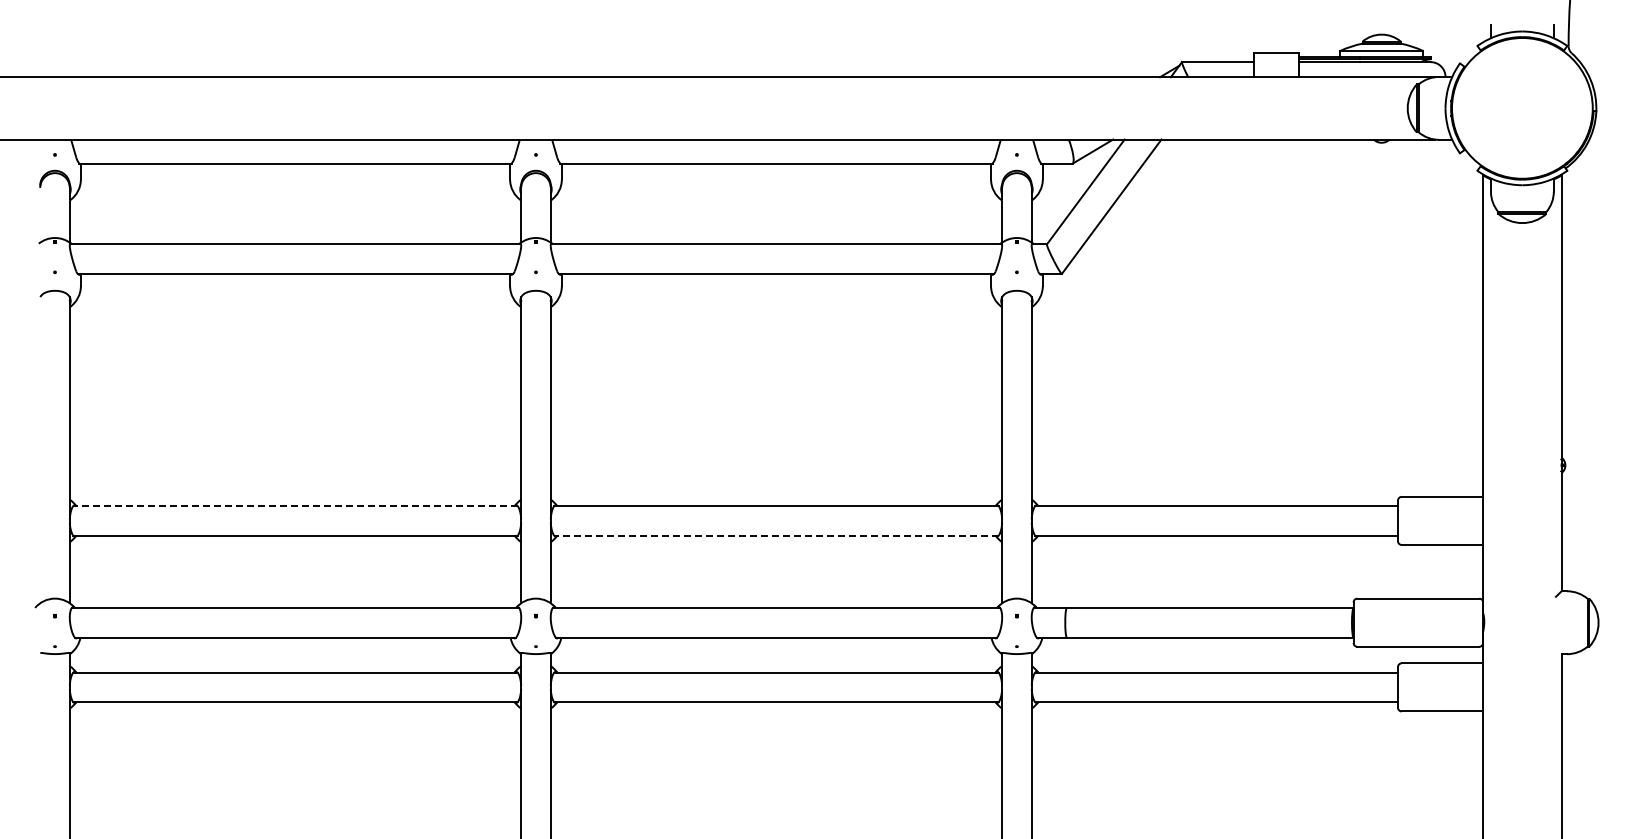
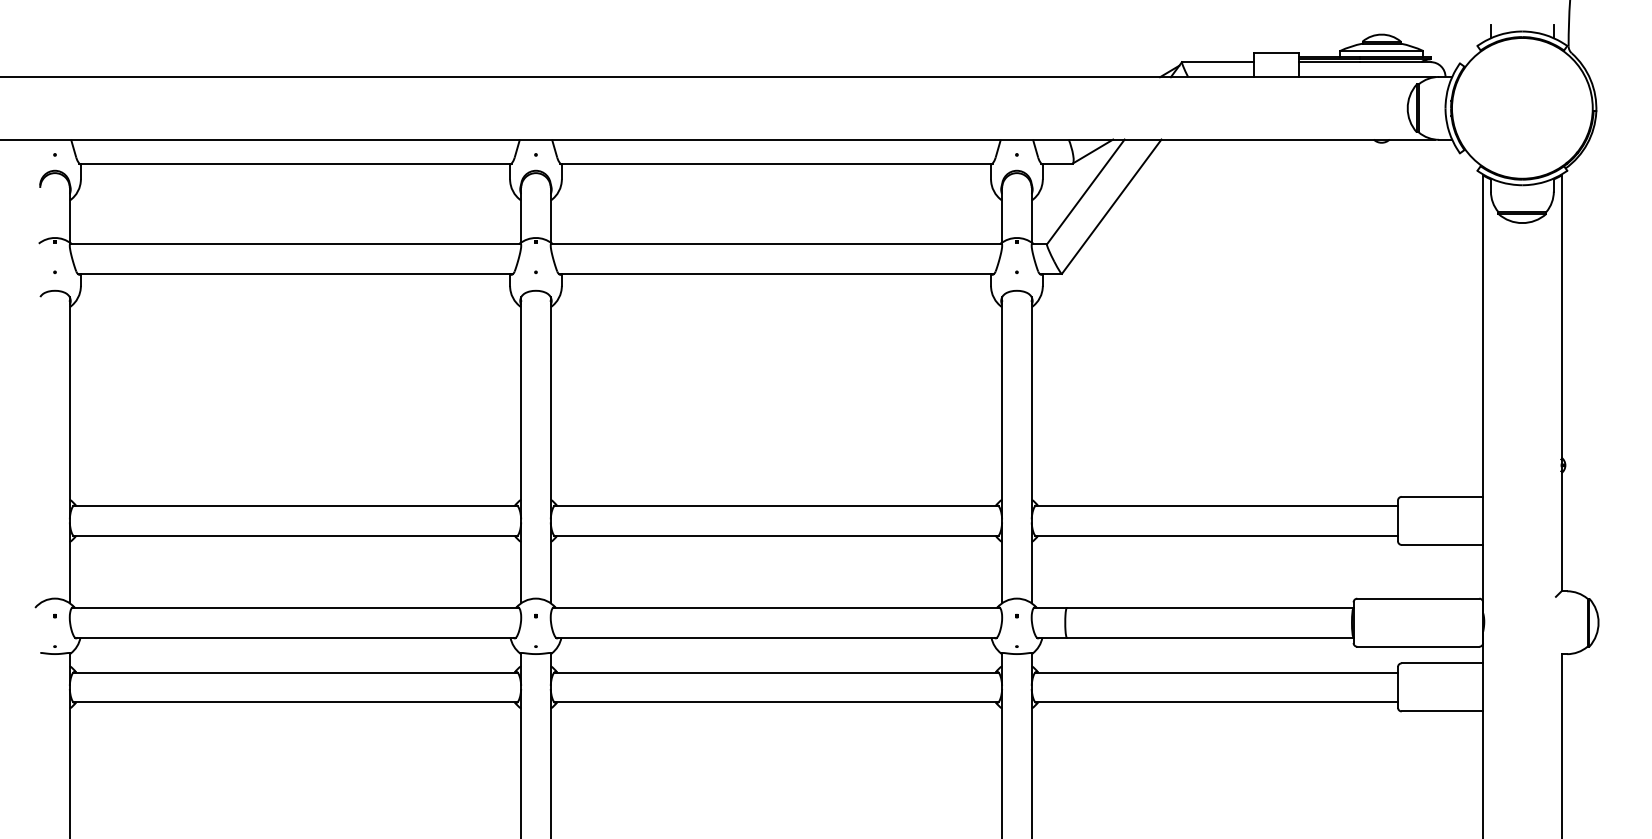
line at (295, 506): dashed -> solid
line at (775, 535): dashed -> solid
